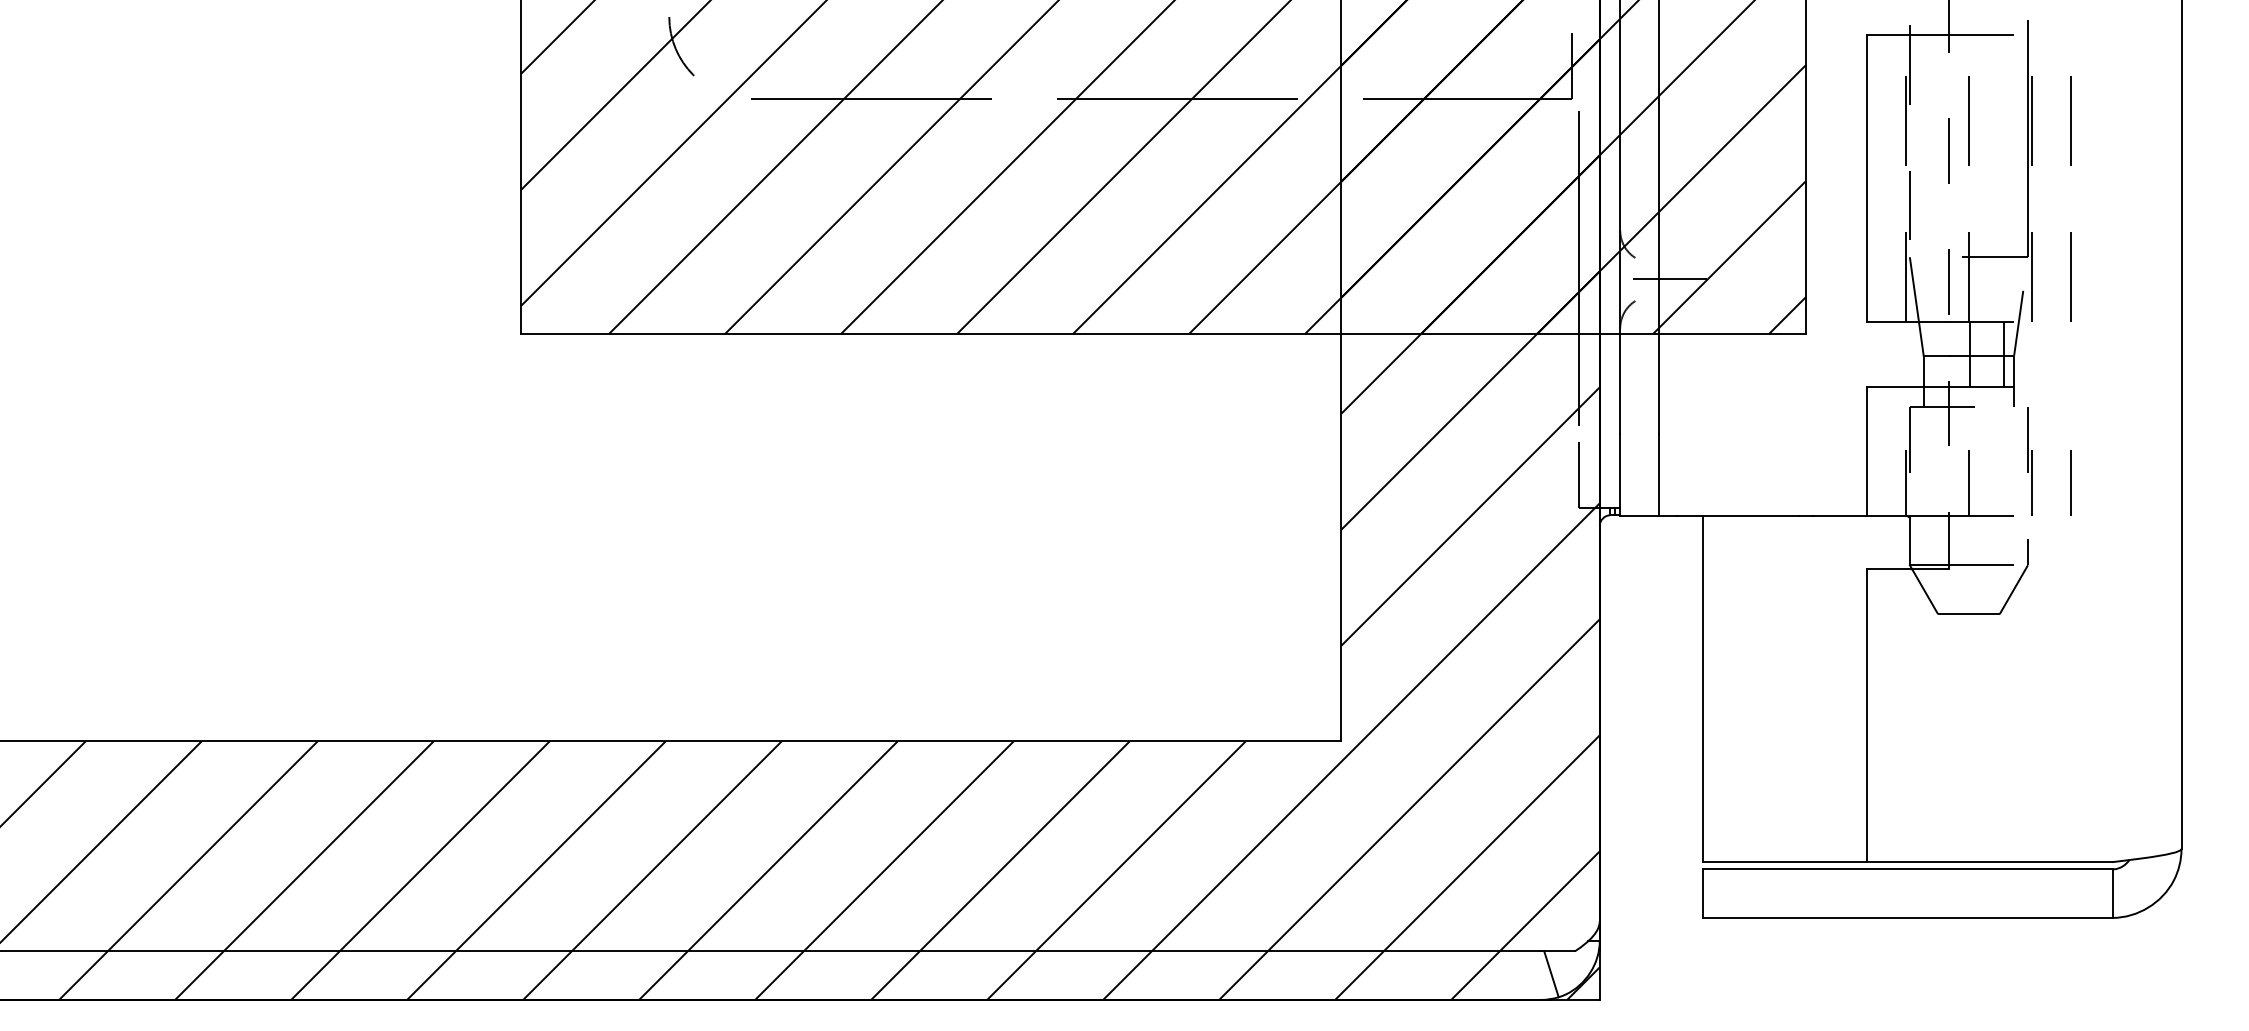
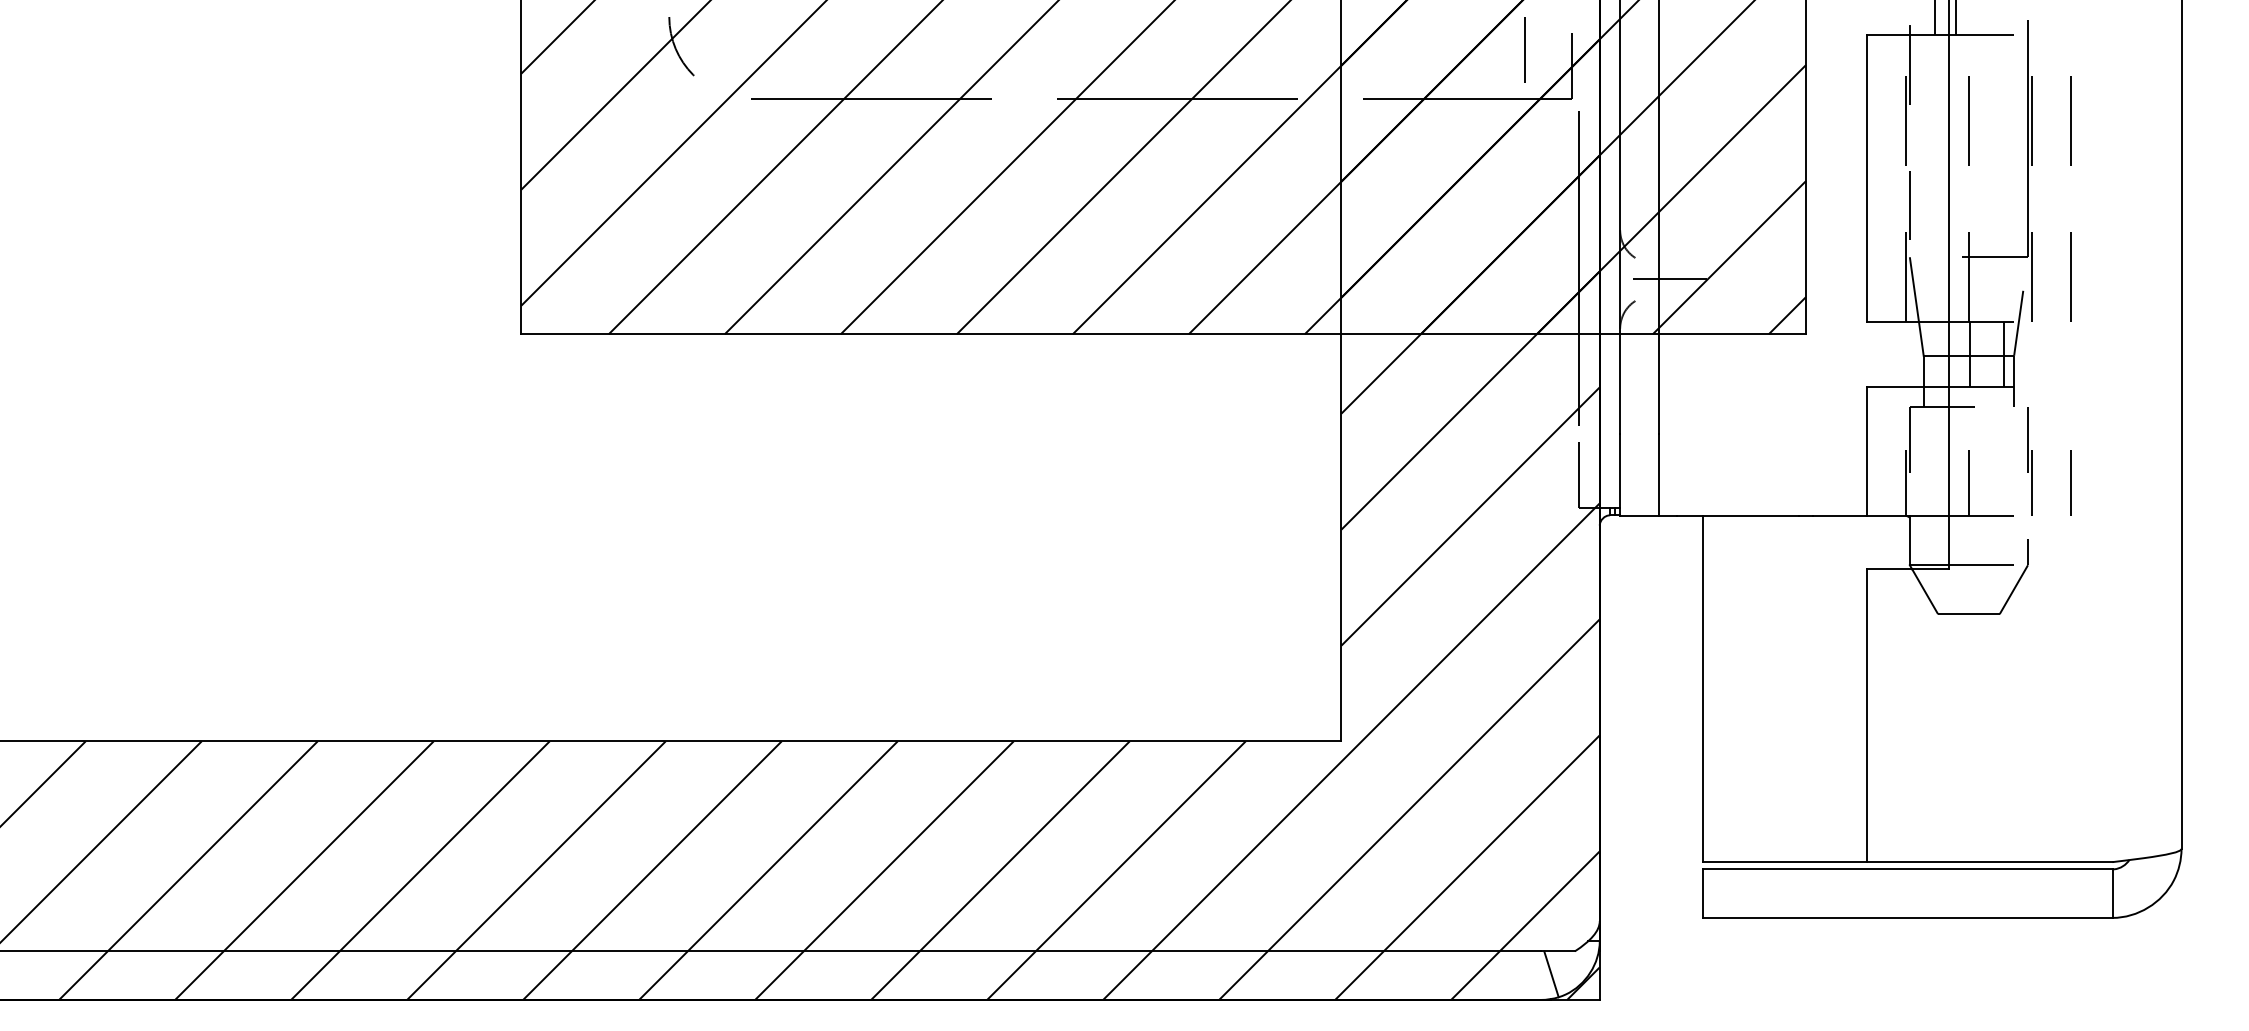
line at (1934, 18): none -> present
line at (1955, 18): none -> present
line at (1524, 49): none -> present
line at (1948, 285): dashed -> solid
